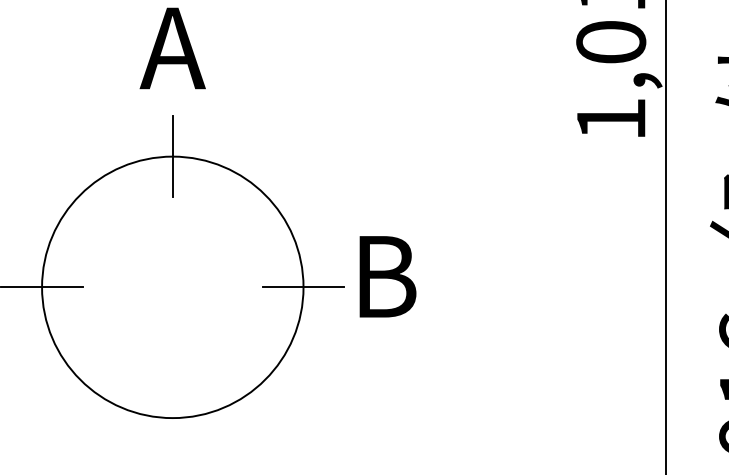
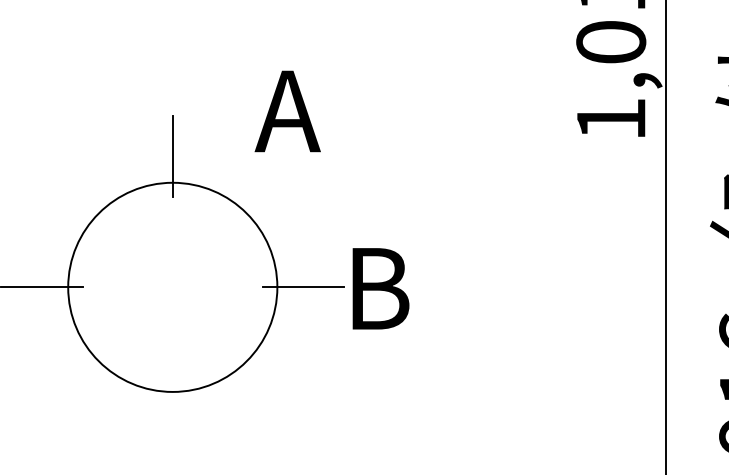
text at (172, 48) position: (172, 48) -> (287, 111)
text at (387, 276) position: (387, 276) -> (380, 288)
circle at (172, 287) diameter: 261 px -> 209 px
